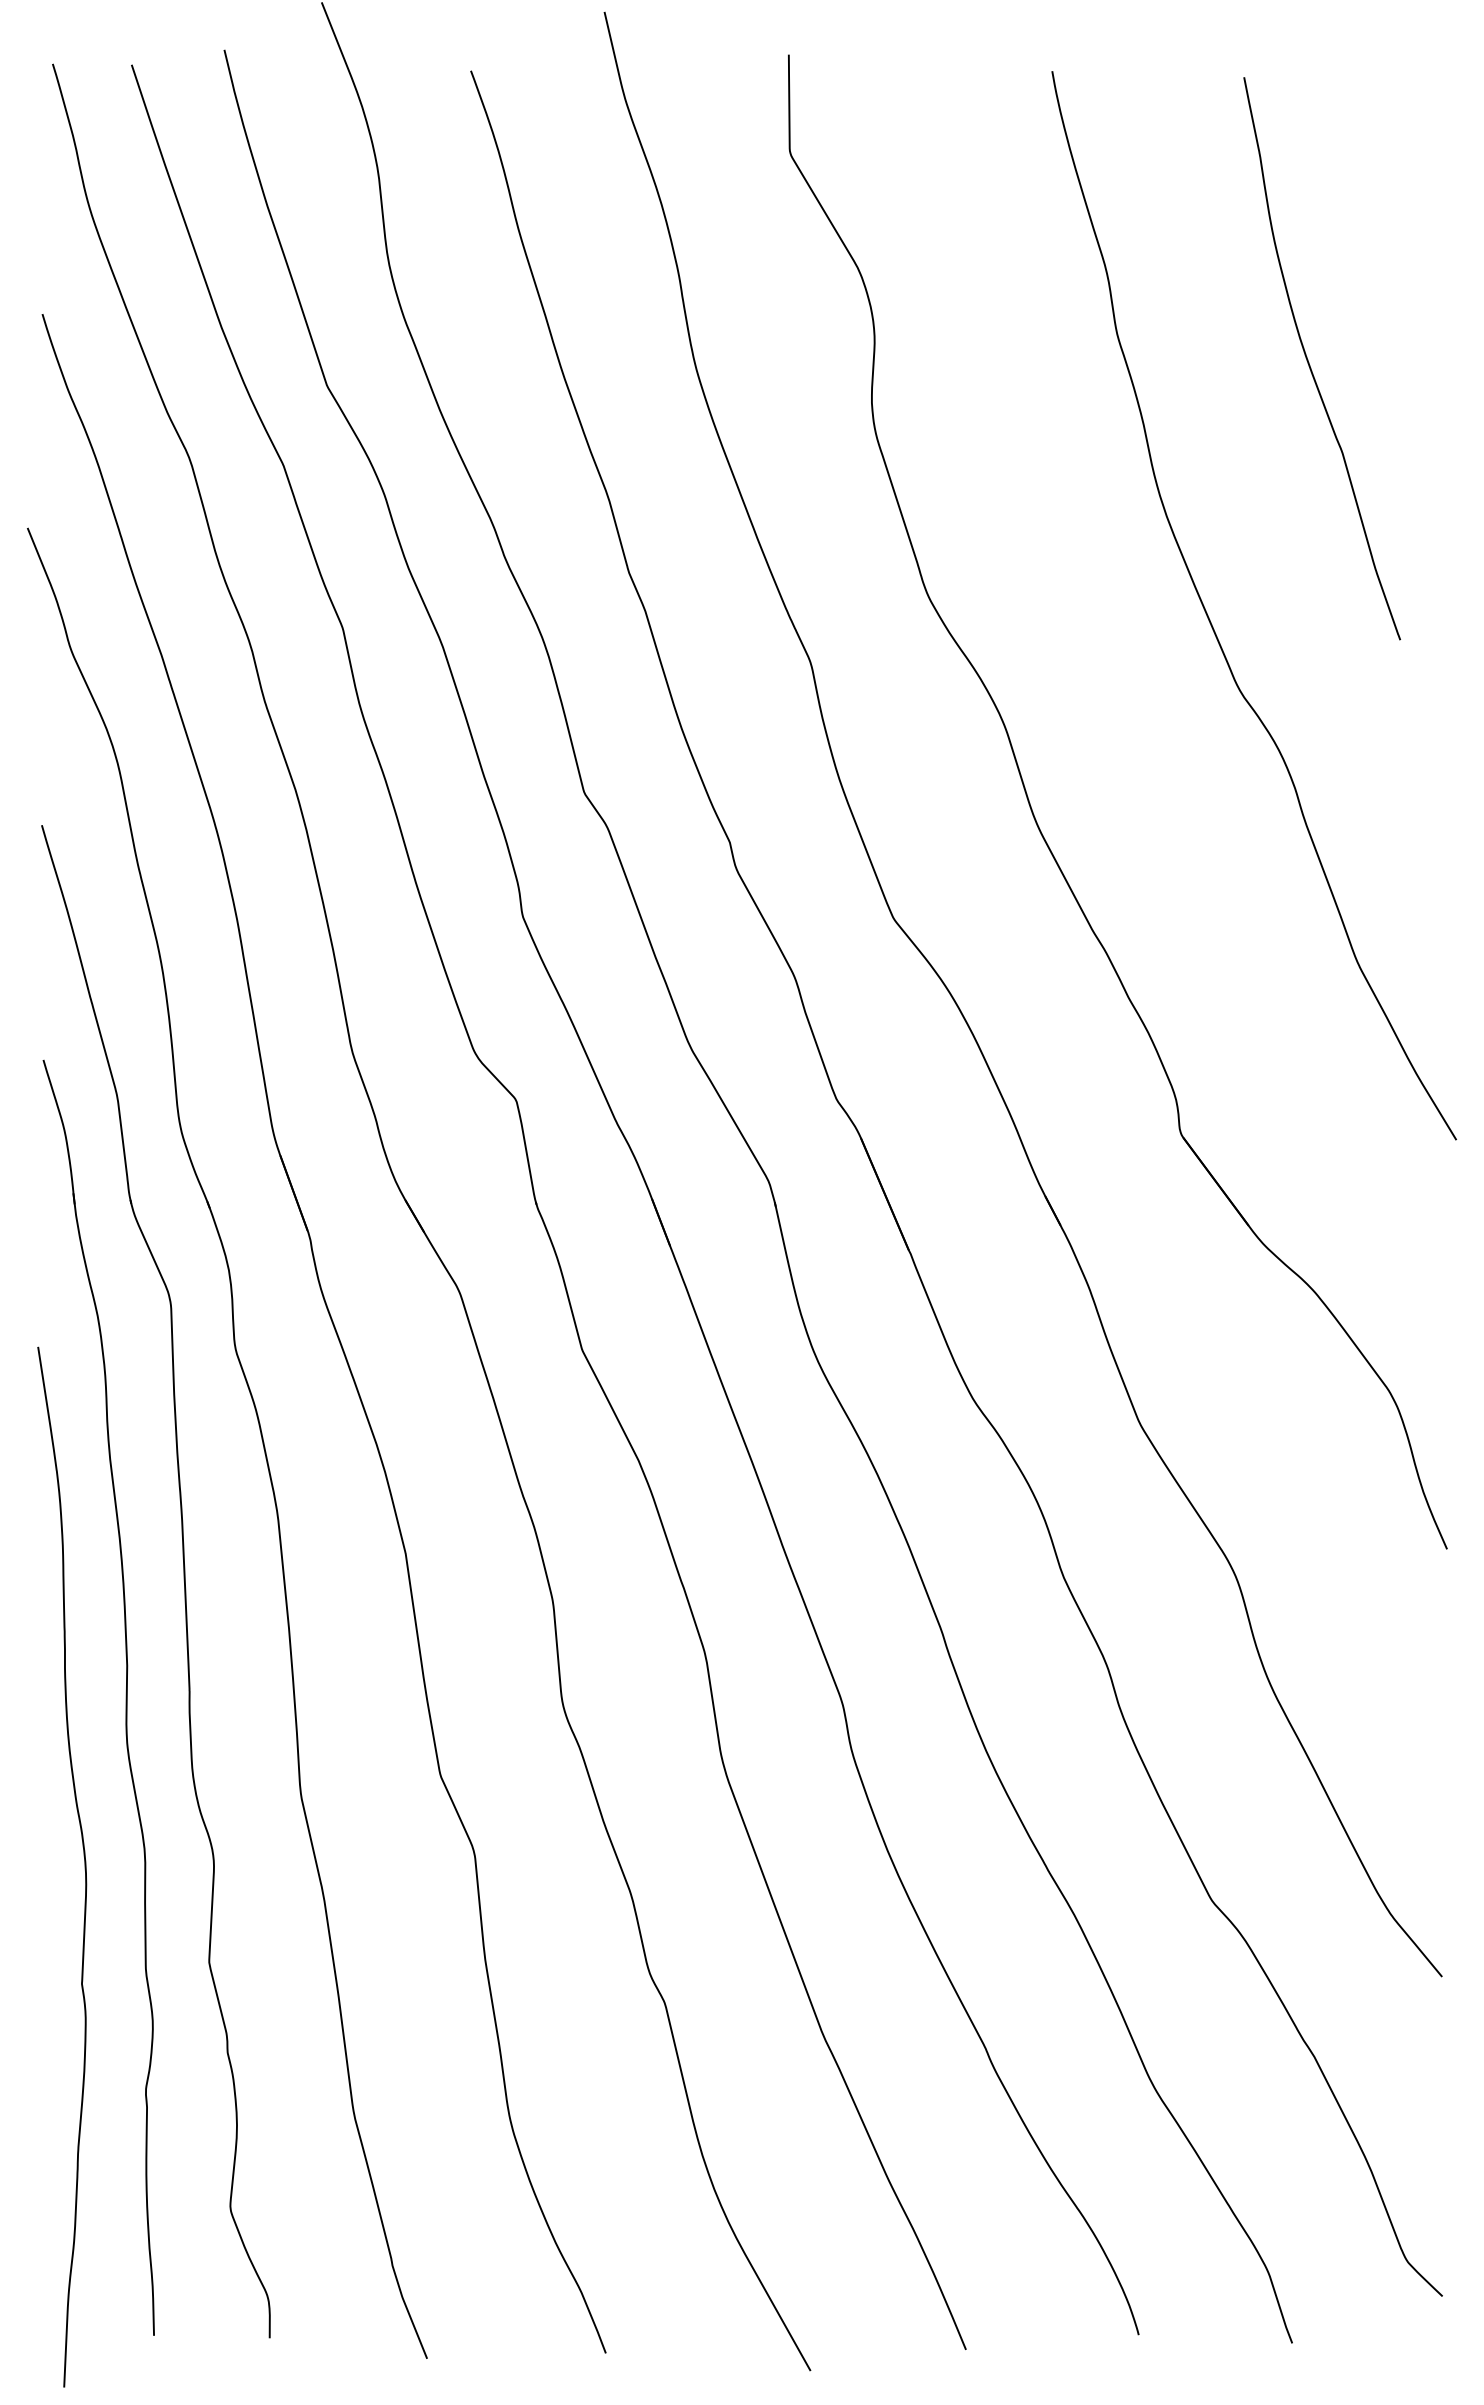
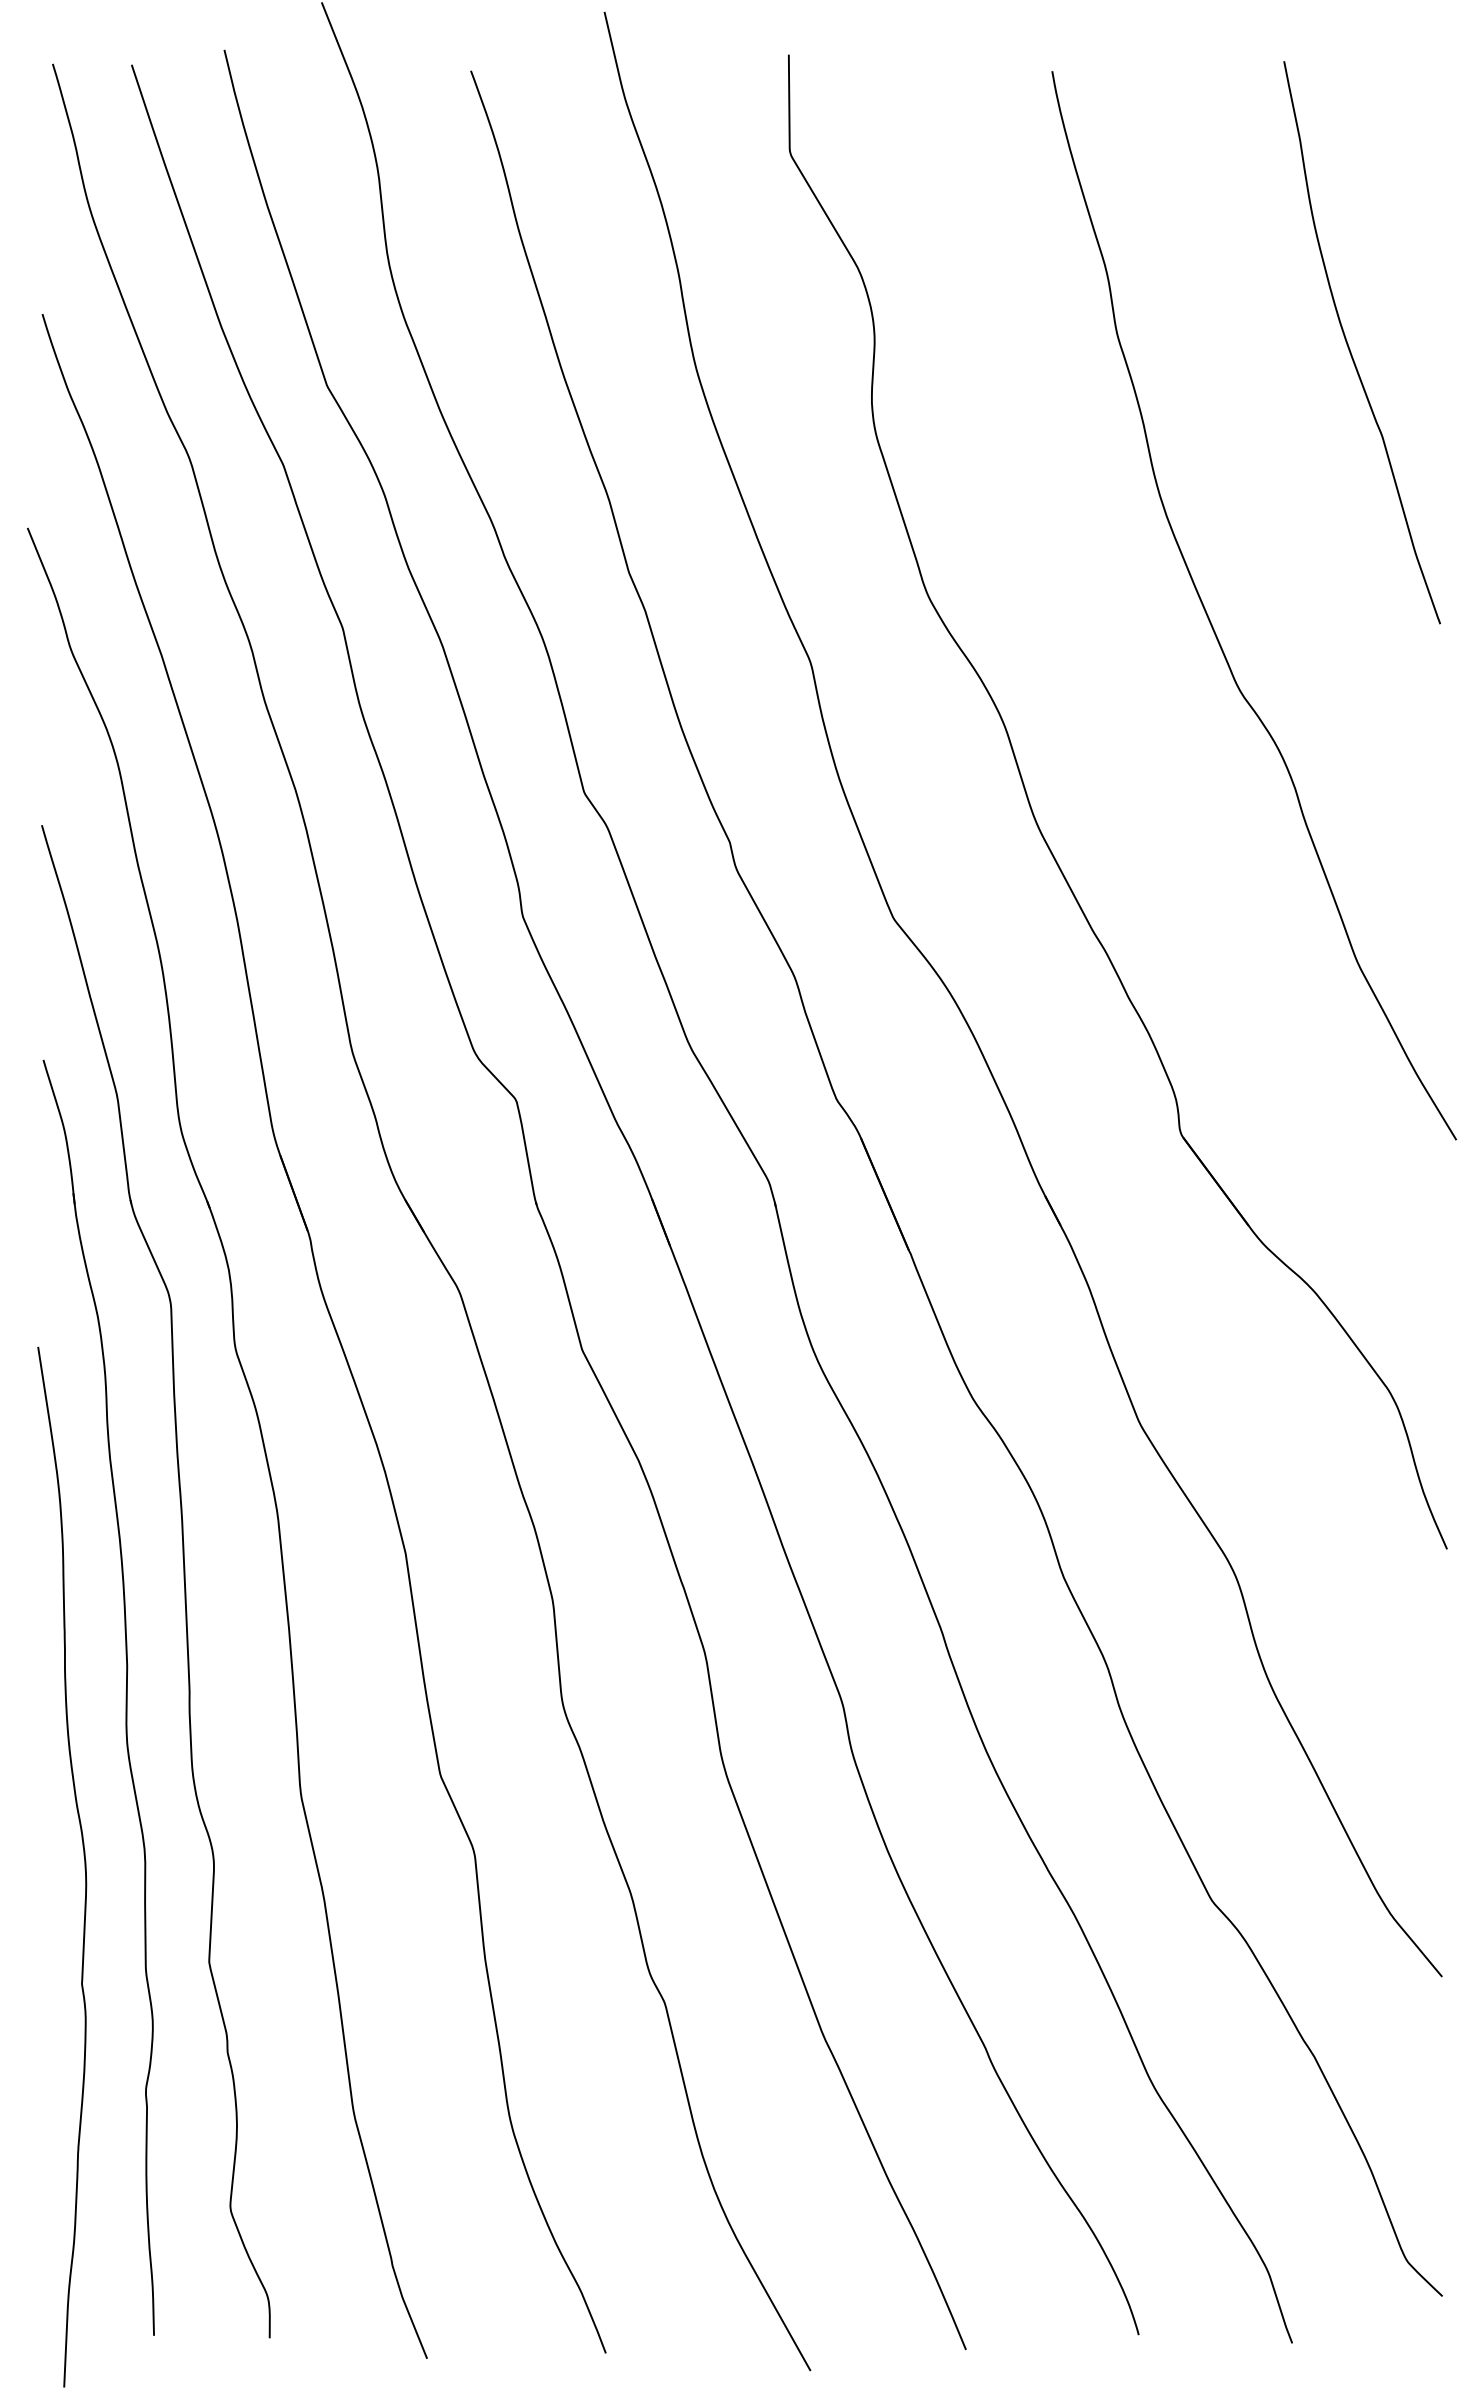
curve at (1309, 362) position: (1309, 362) -> (1349, 346)
